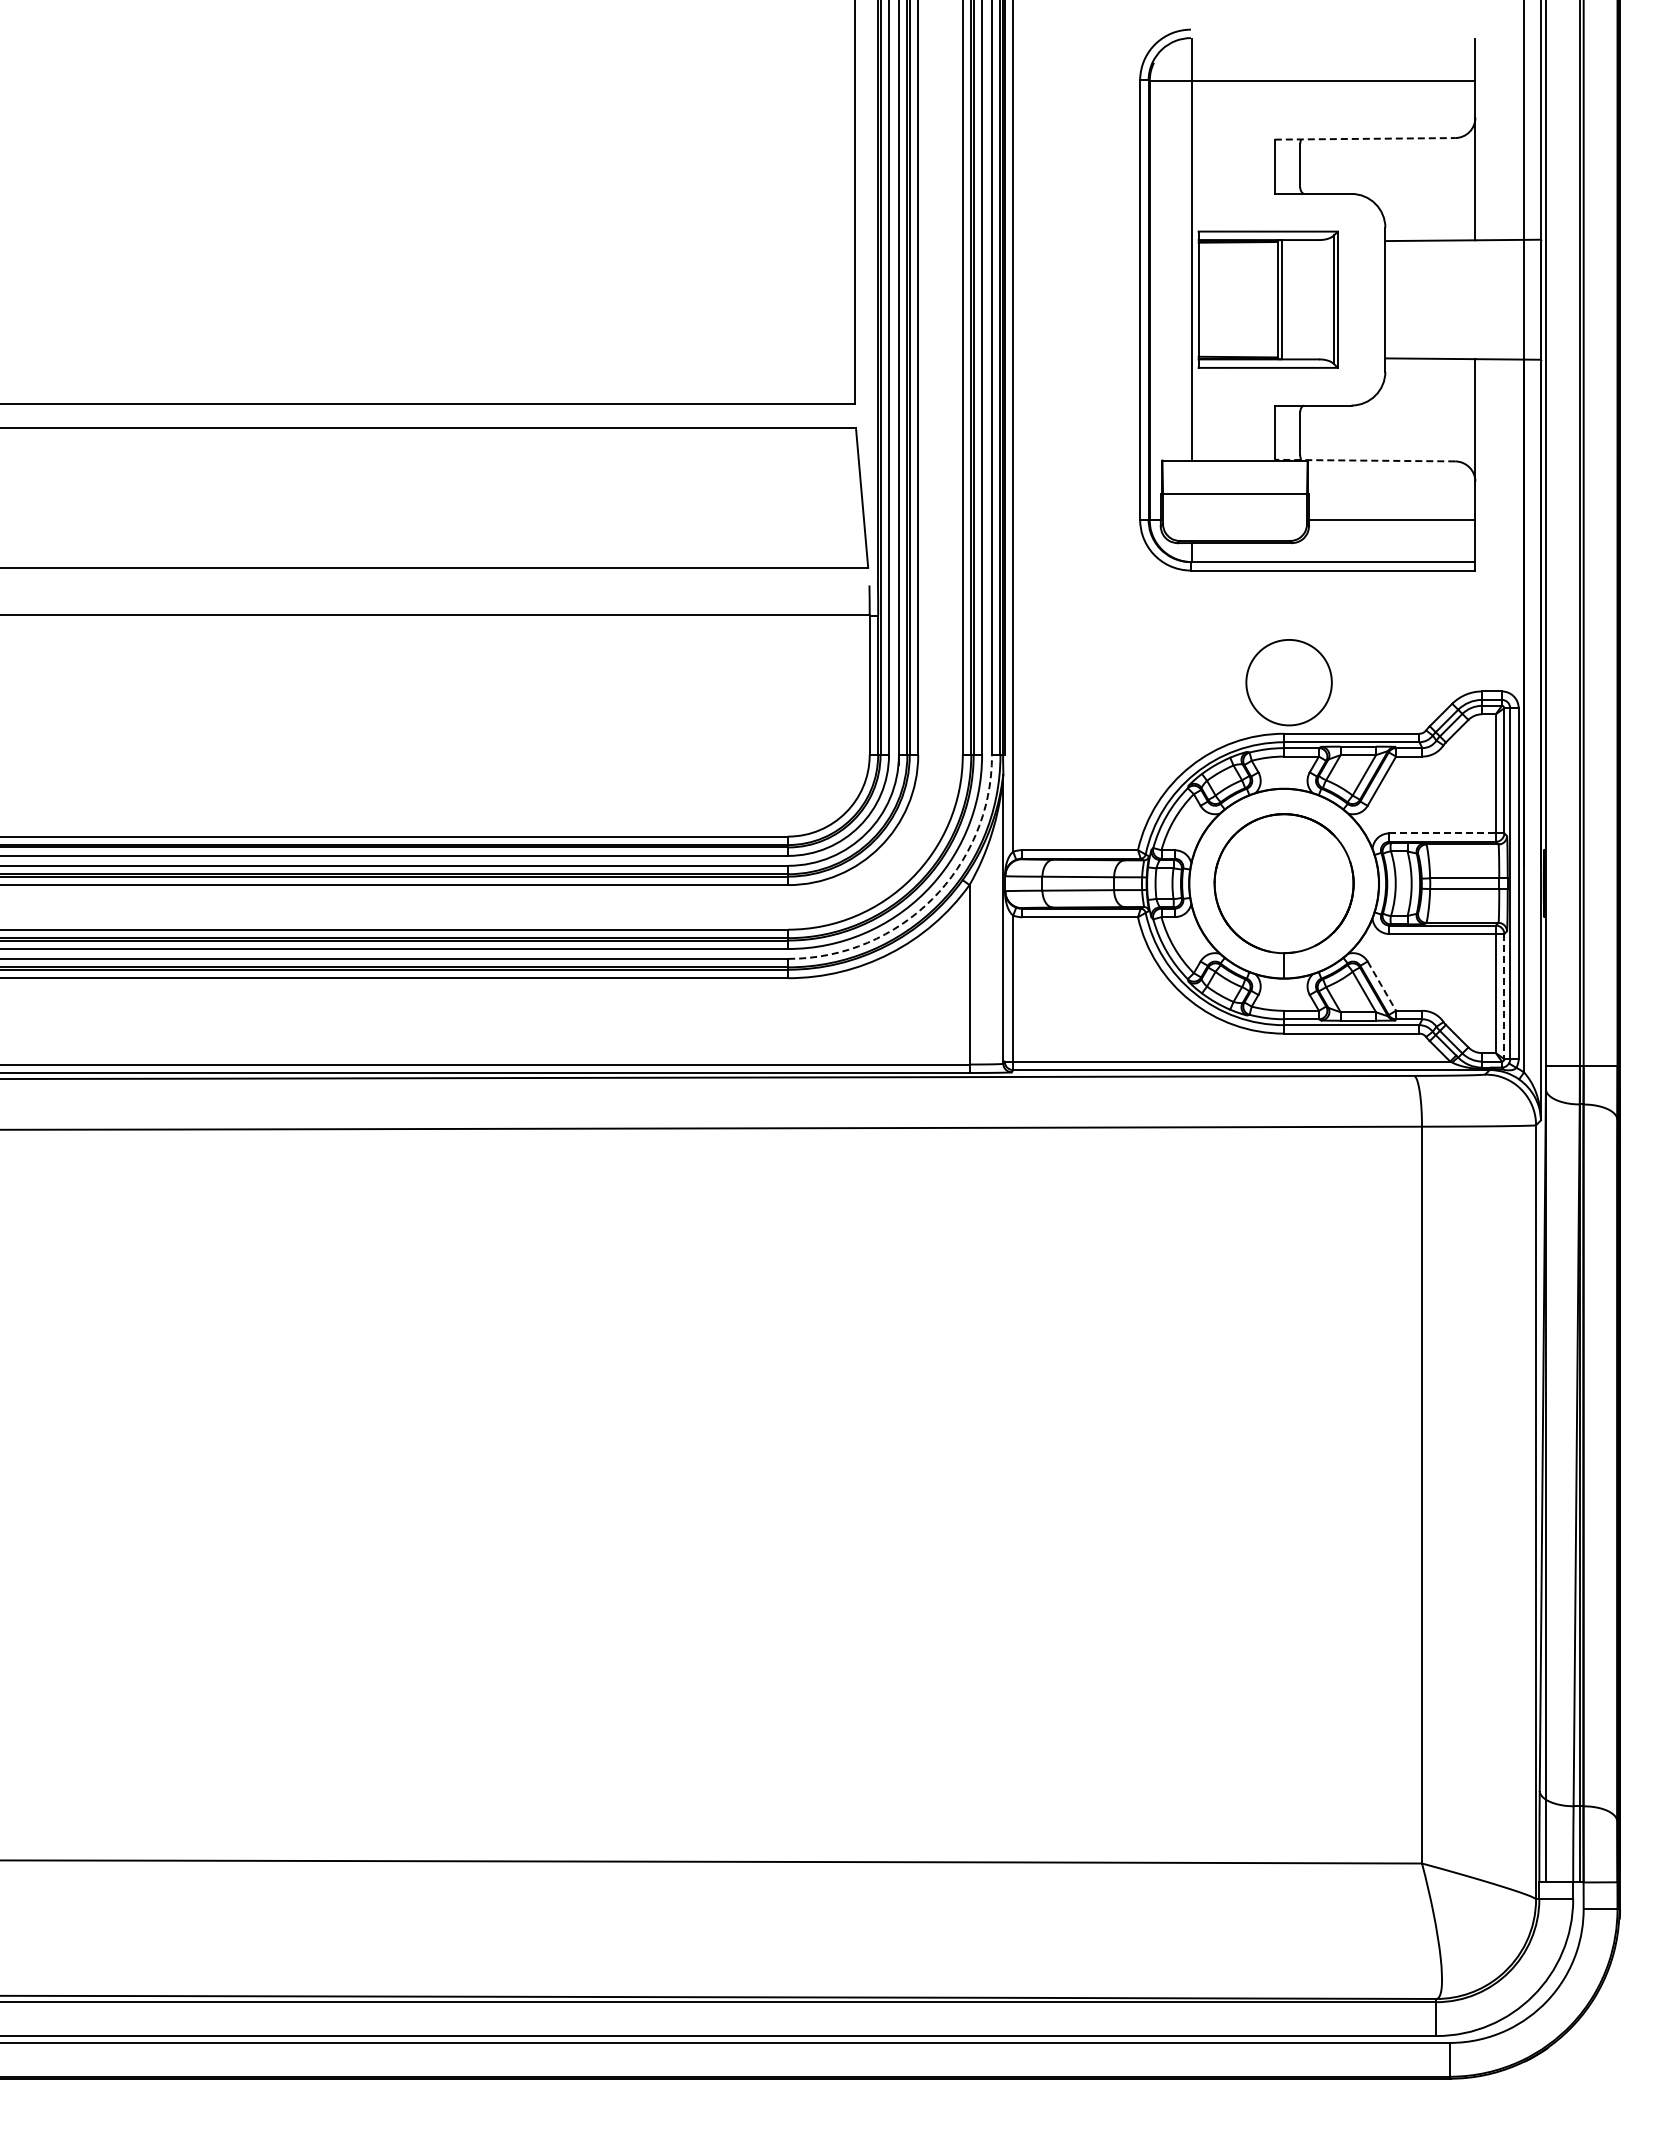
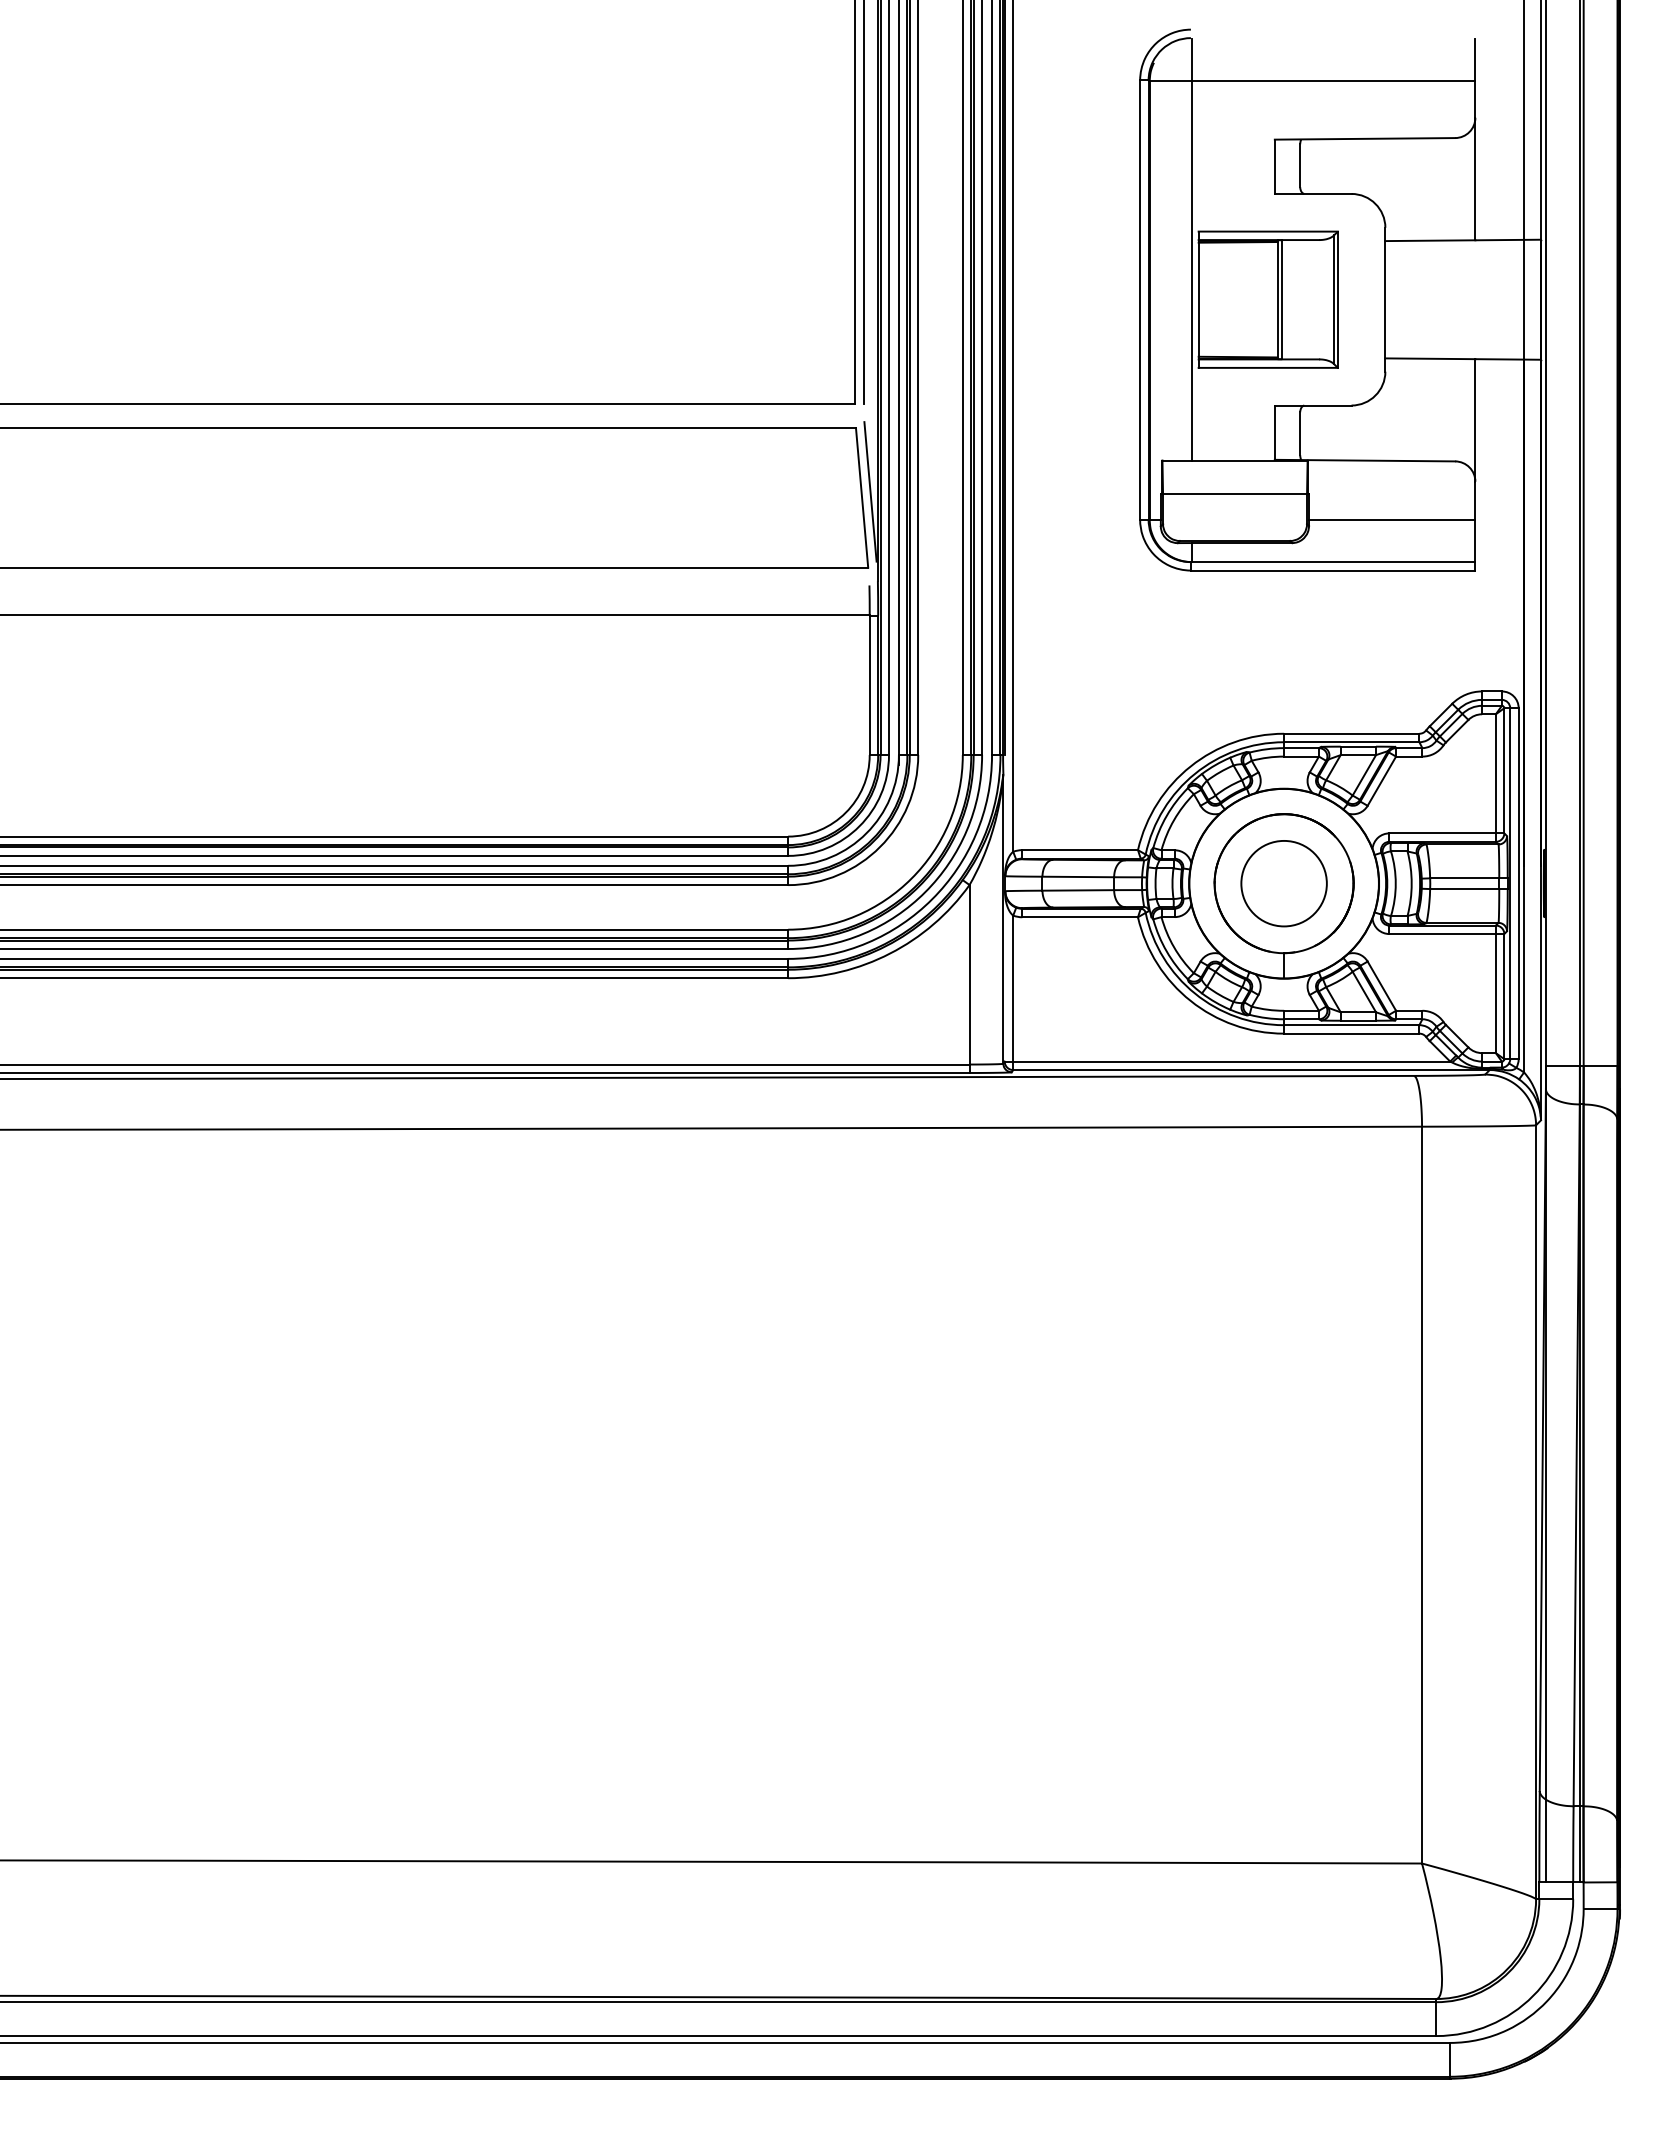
line at (1365, 138): dashed -> solid
line at (863, 203): none -> present
line at (1364, 460): dashed -> solid
line at (870, 491): none -> present
circle at (1288, 682) position: (1288, 682) -> (1283, 883)
line at (1443, 833): dashed -> solid
arc at (932, 899): dashed -> solid
line at (1382, 986): dashed -> solid
line at (1504, 996): dashed -> solid
